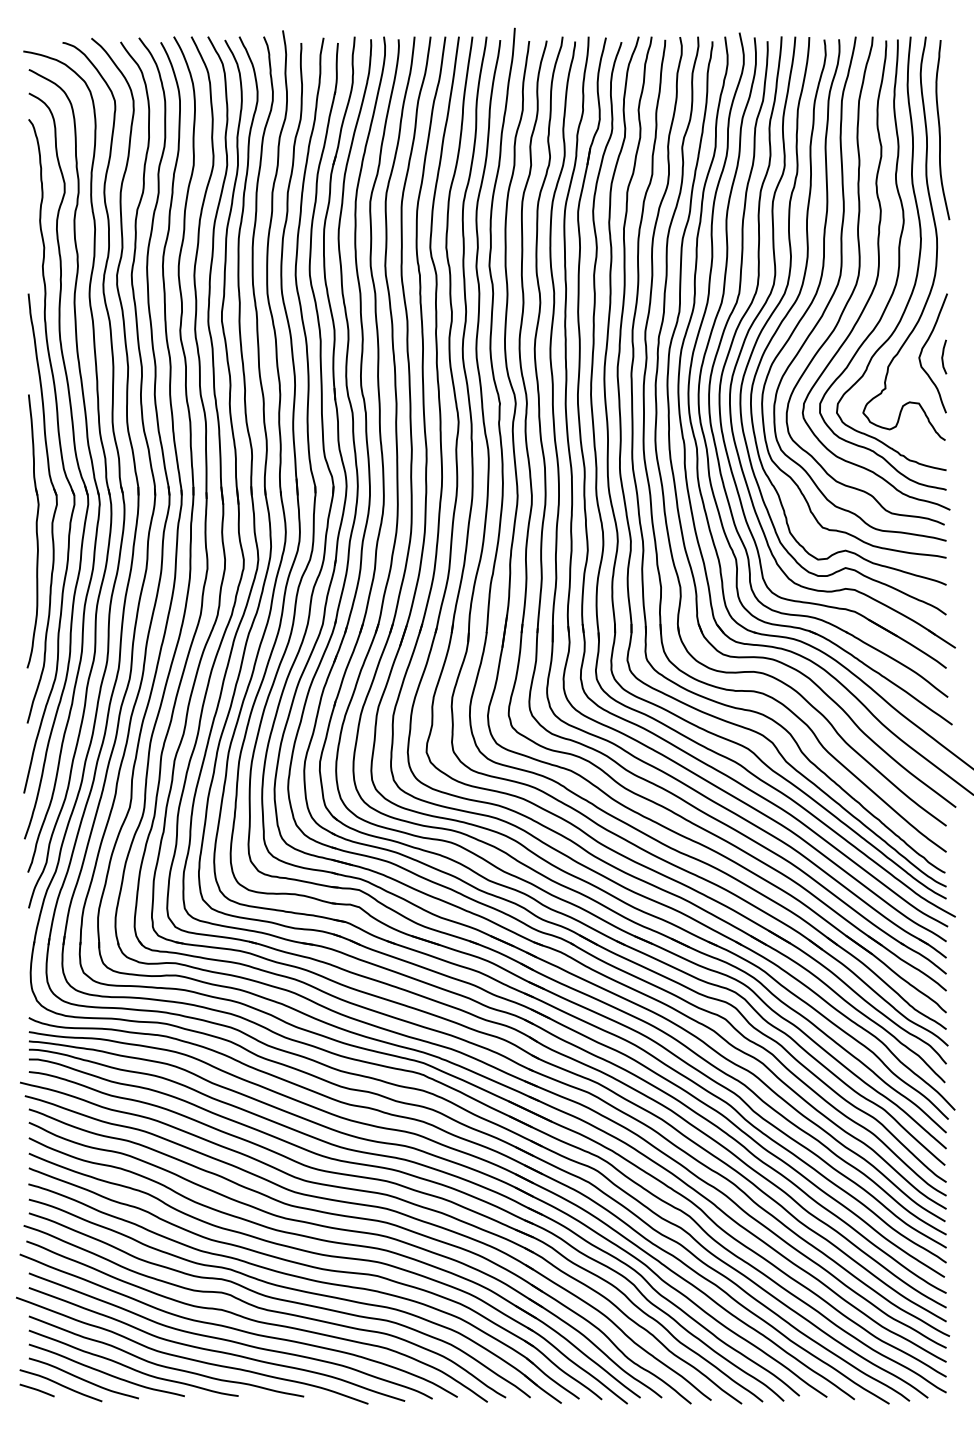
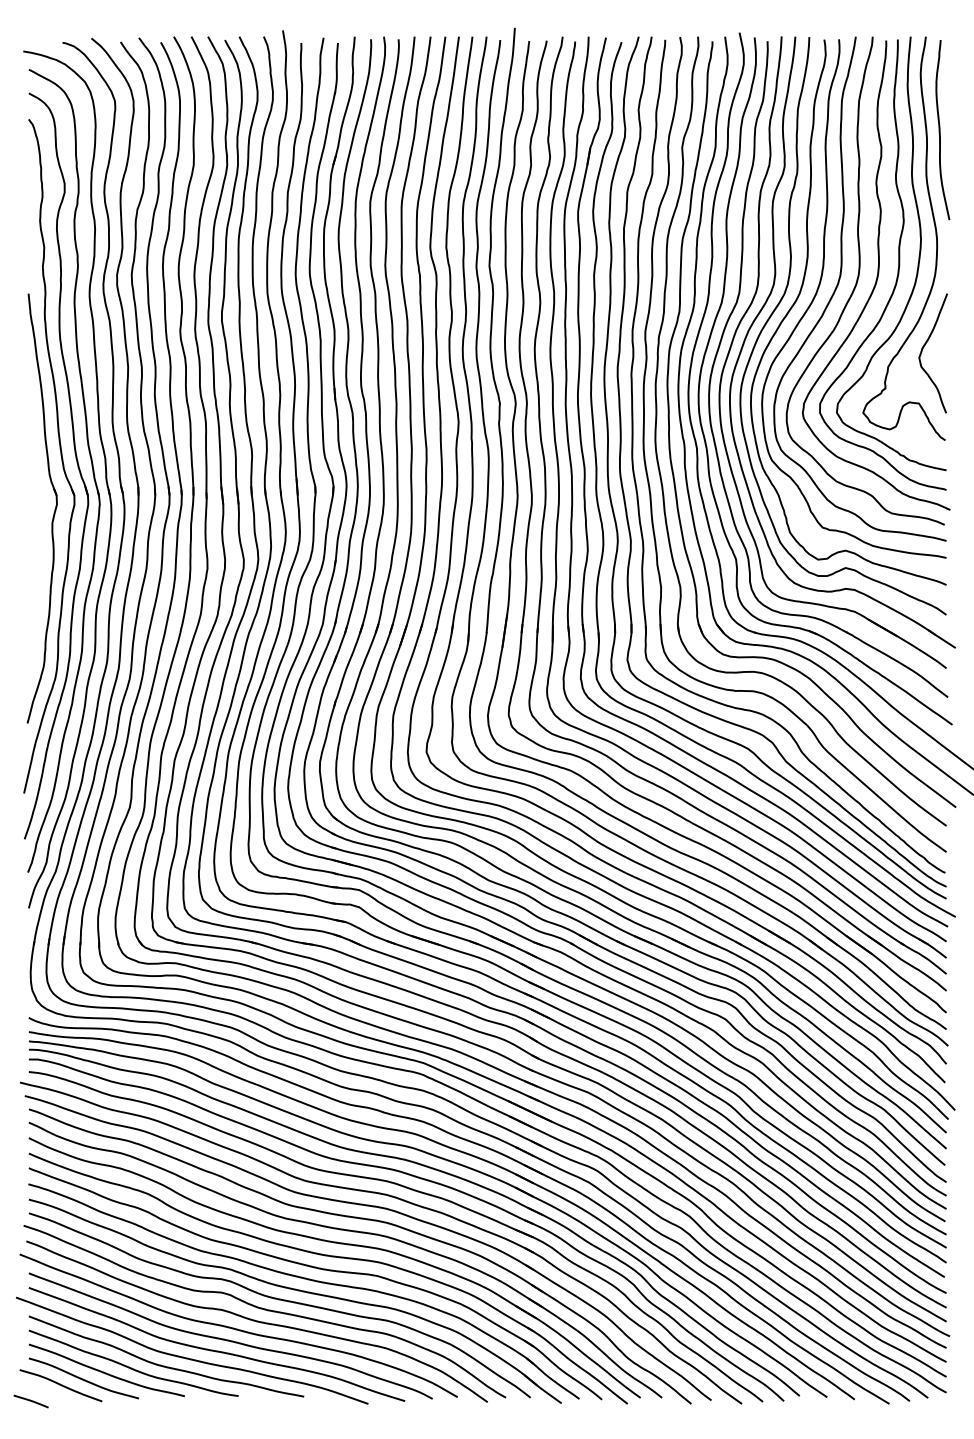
curve at (943, 356): present -> none
part at (32, 531): present -> none
line at (36, 1390) position: (36, 1390) -> (30, 1401)
